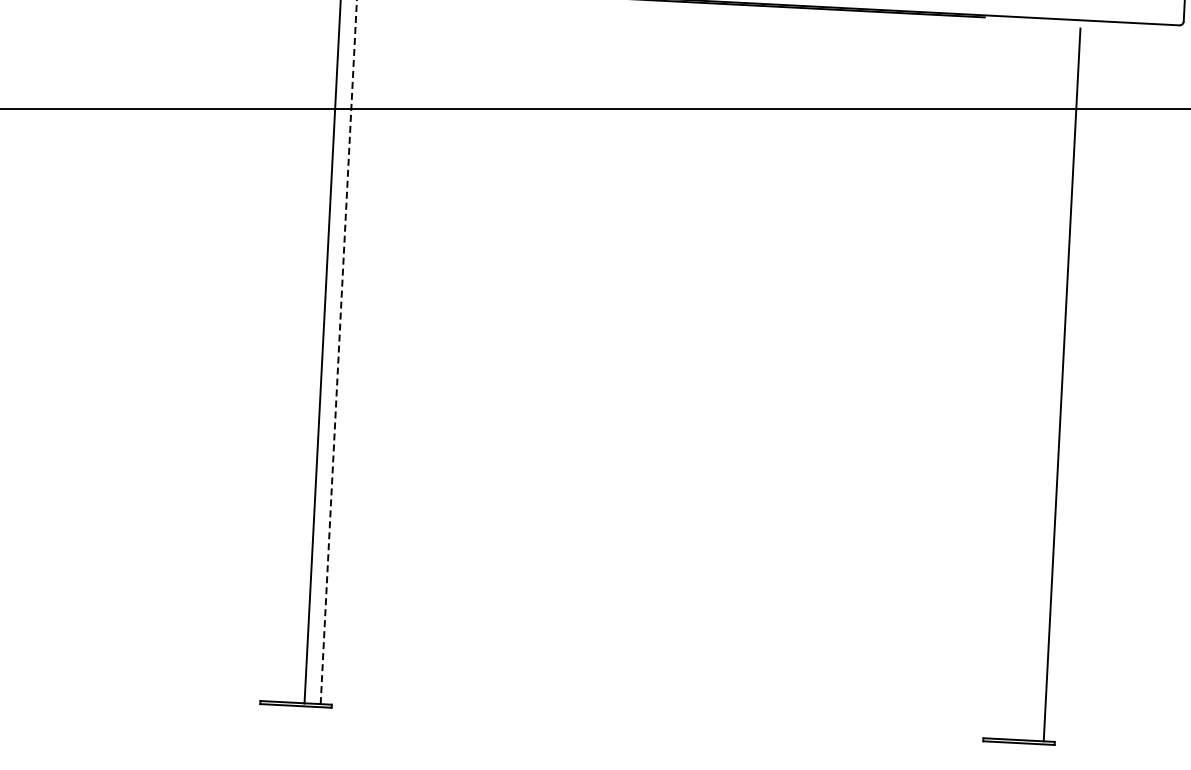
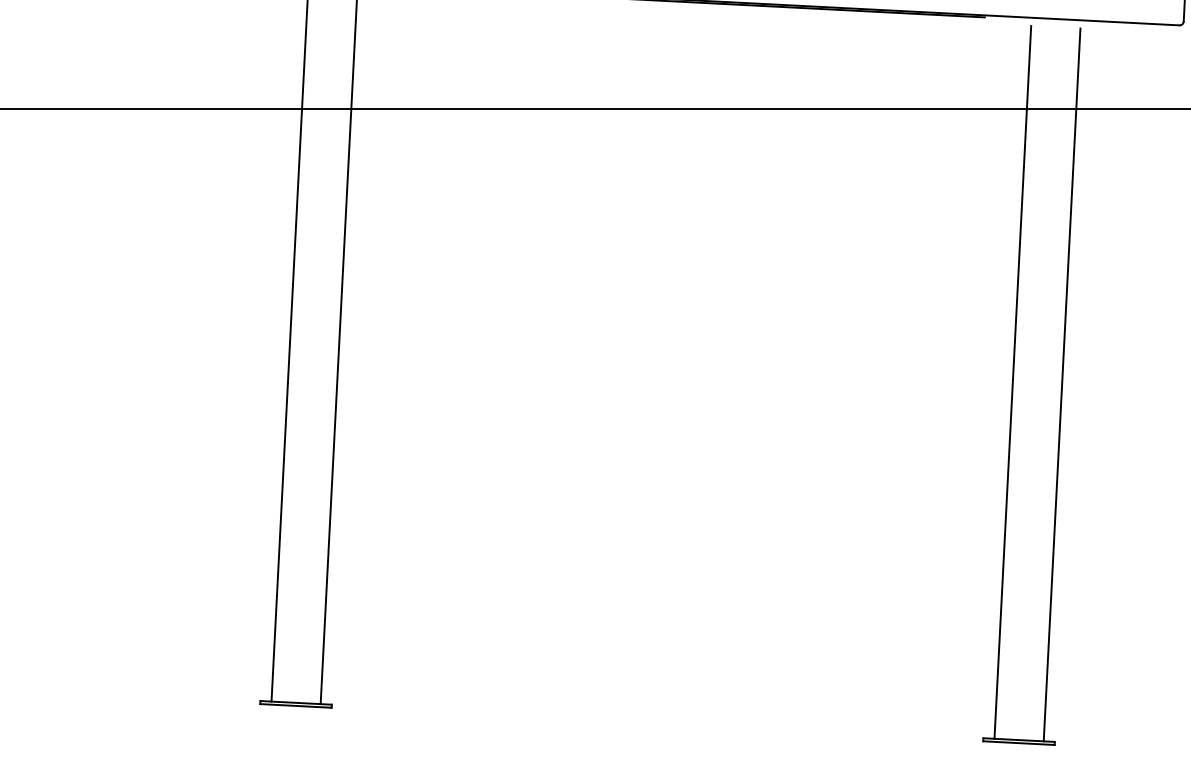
line at (338, 351): dashed -> solid
line at (322, 352) position: (322, 352) -> (289, 351)
line at (1012, 381): none -> present
